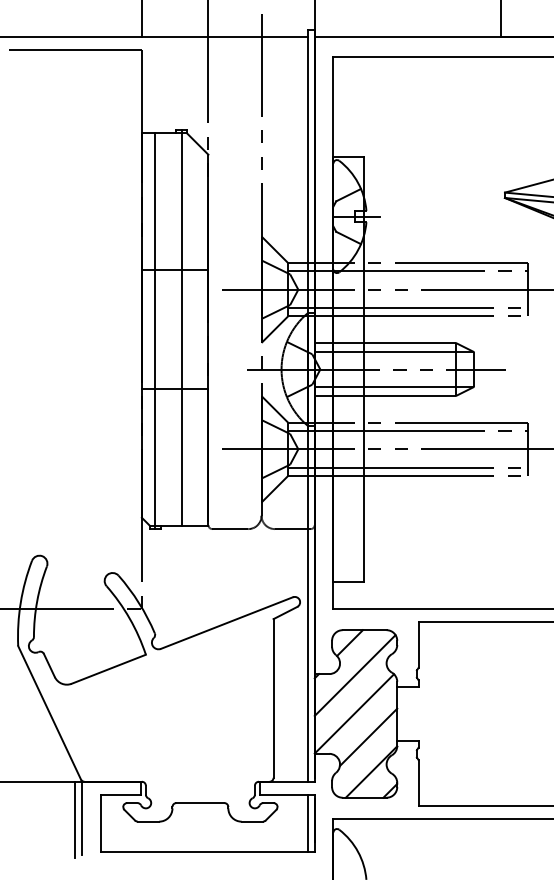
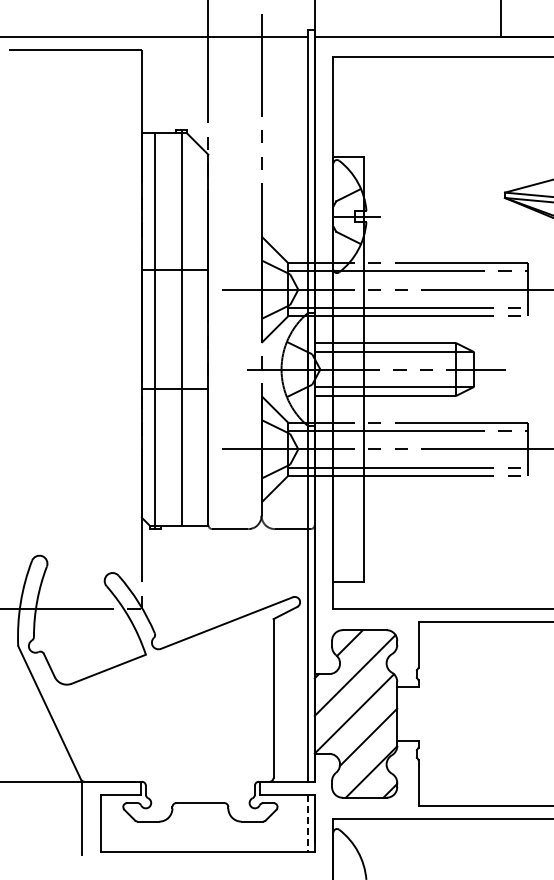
line at (141, 19): present -> none
line at (75, 819): present -> none
line at (308, 823): solid -> dashed
